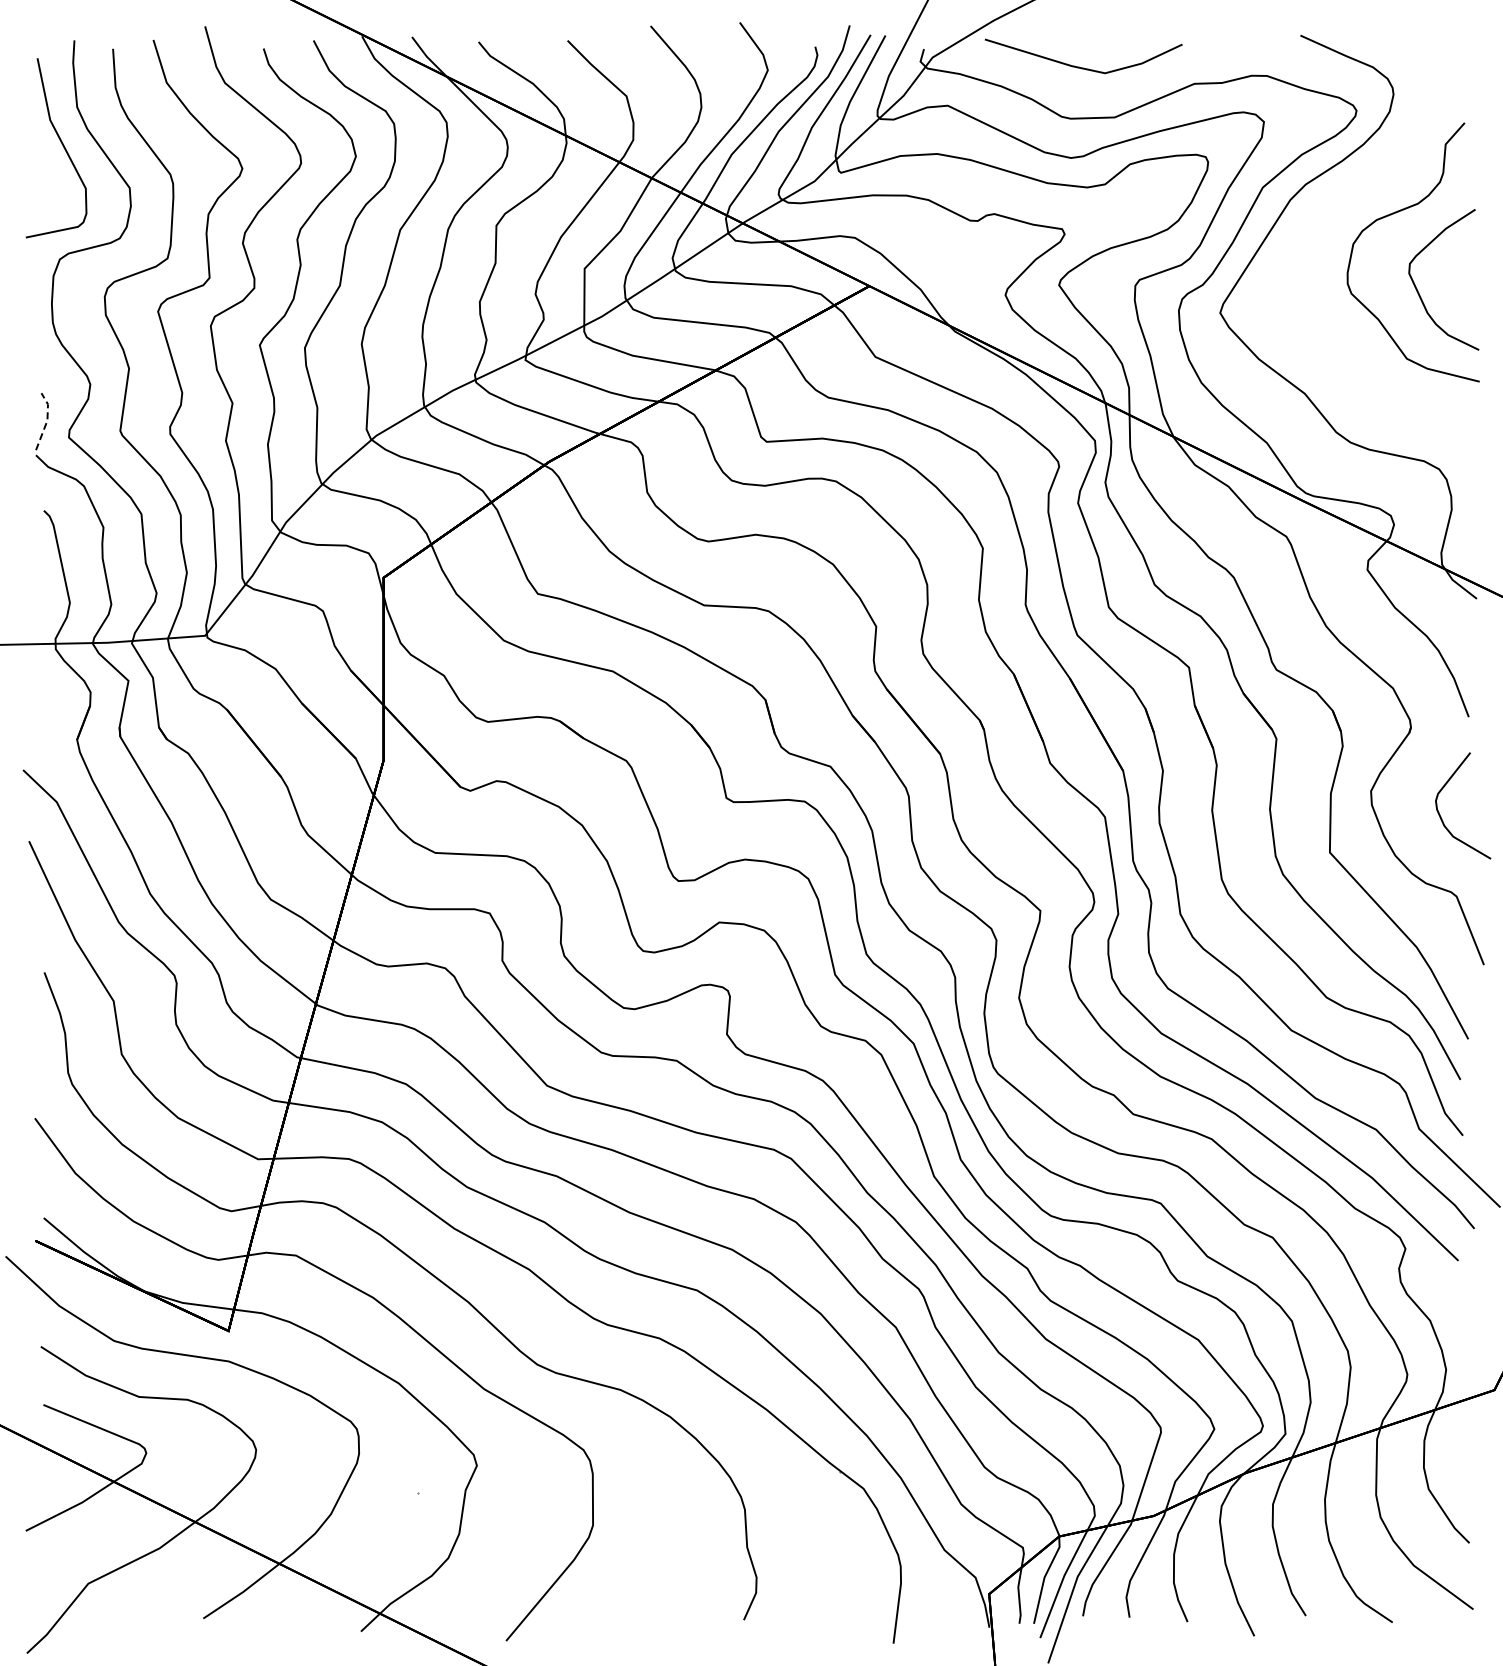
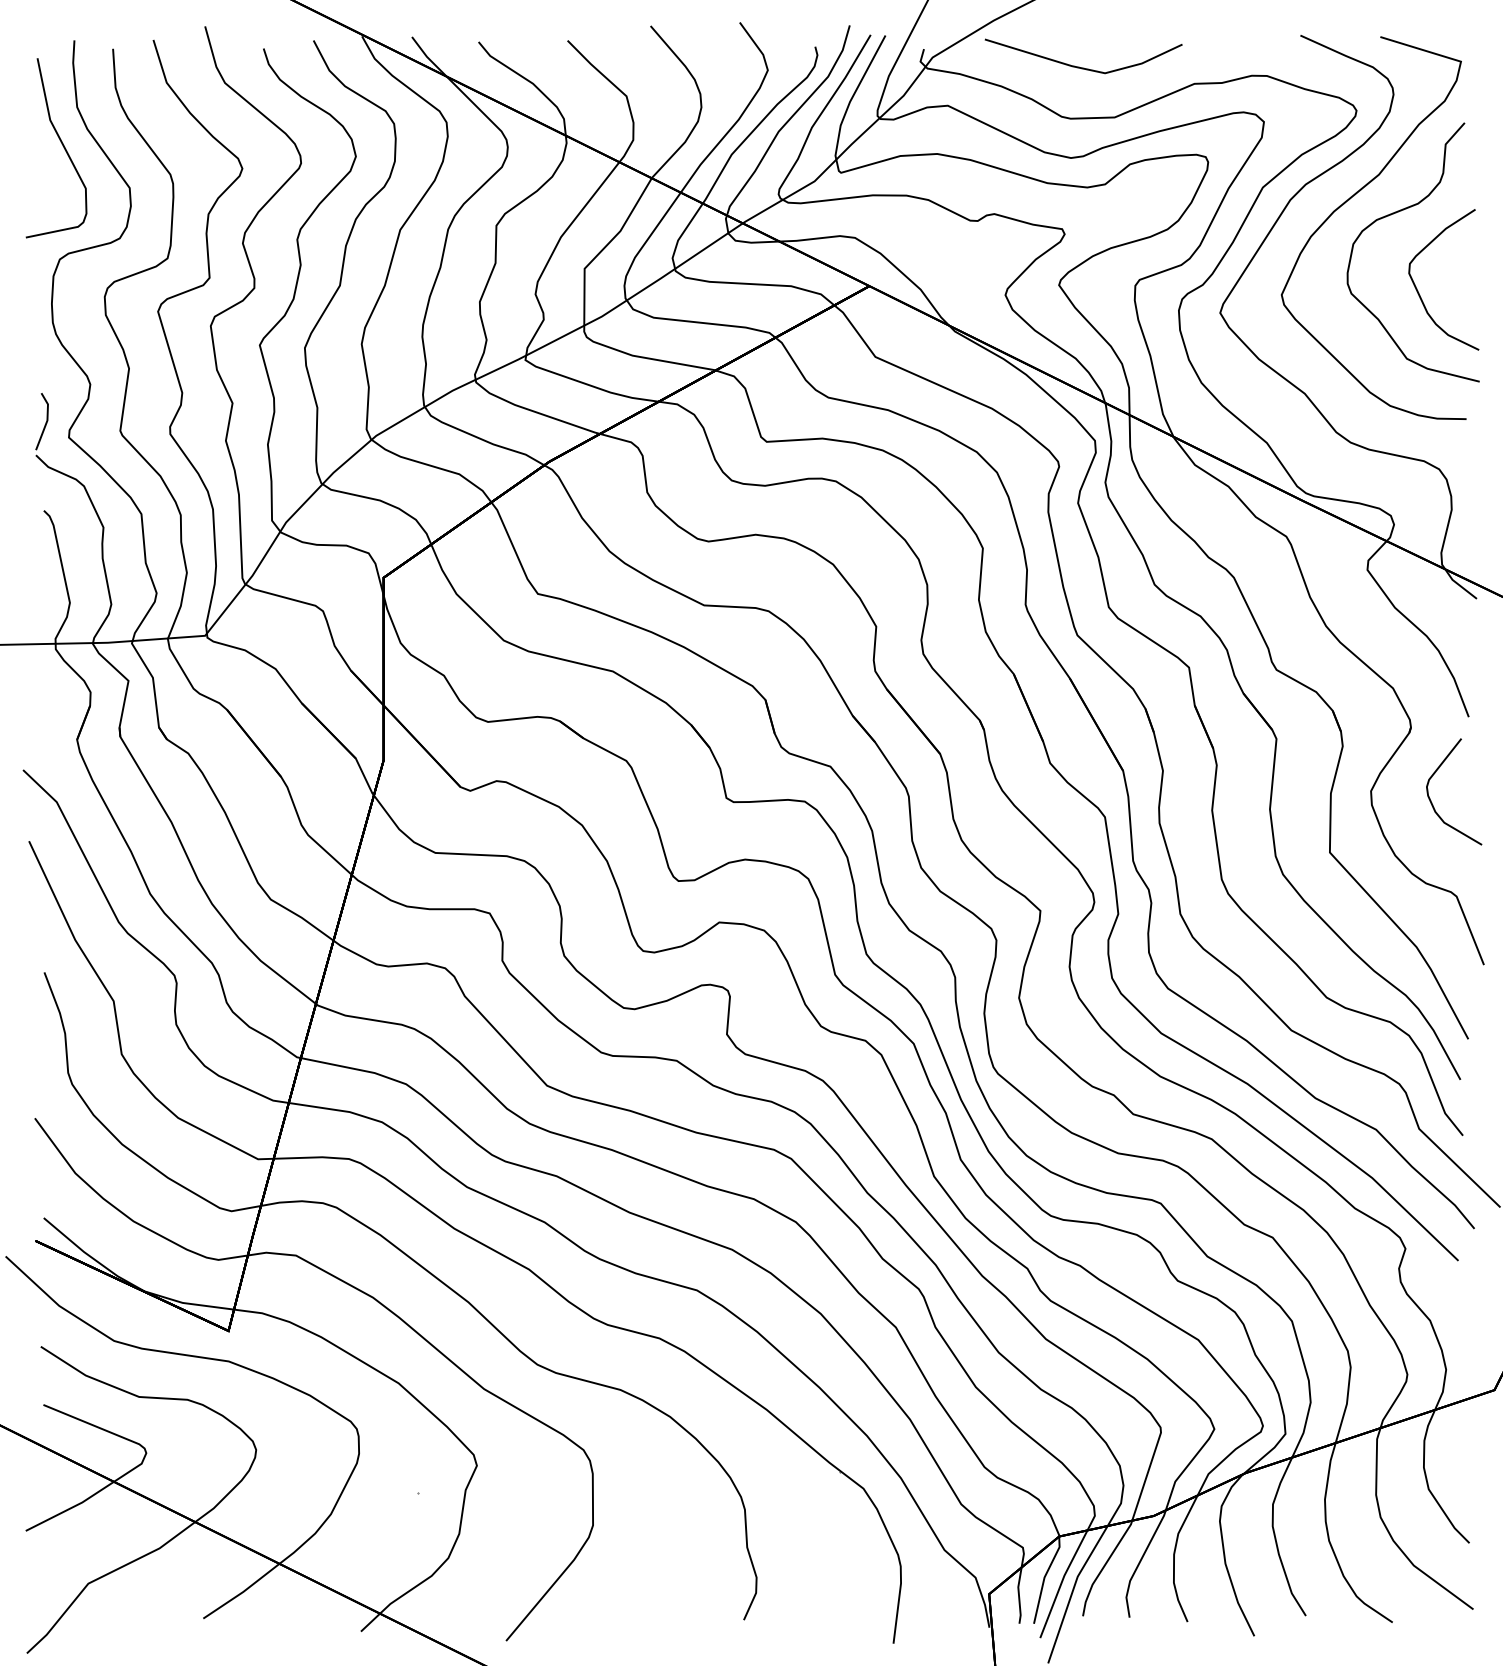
curve at (1349, 200): none -> present
line at (47, 420): dashed -> solid
curve at (1441, 816) position: (1441, 816) -> (1432, 802)
